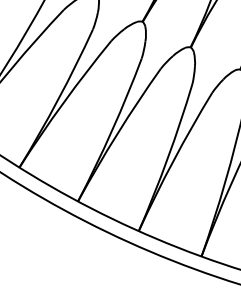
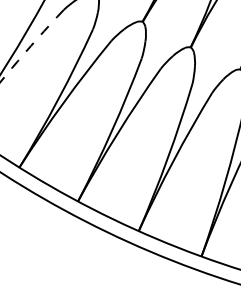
arc at (31, 46): solid -> dashed
